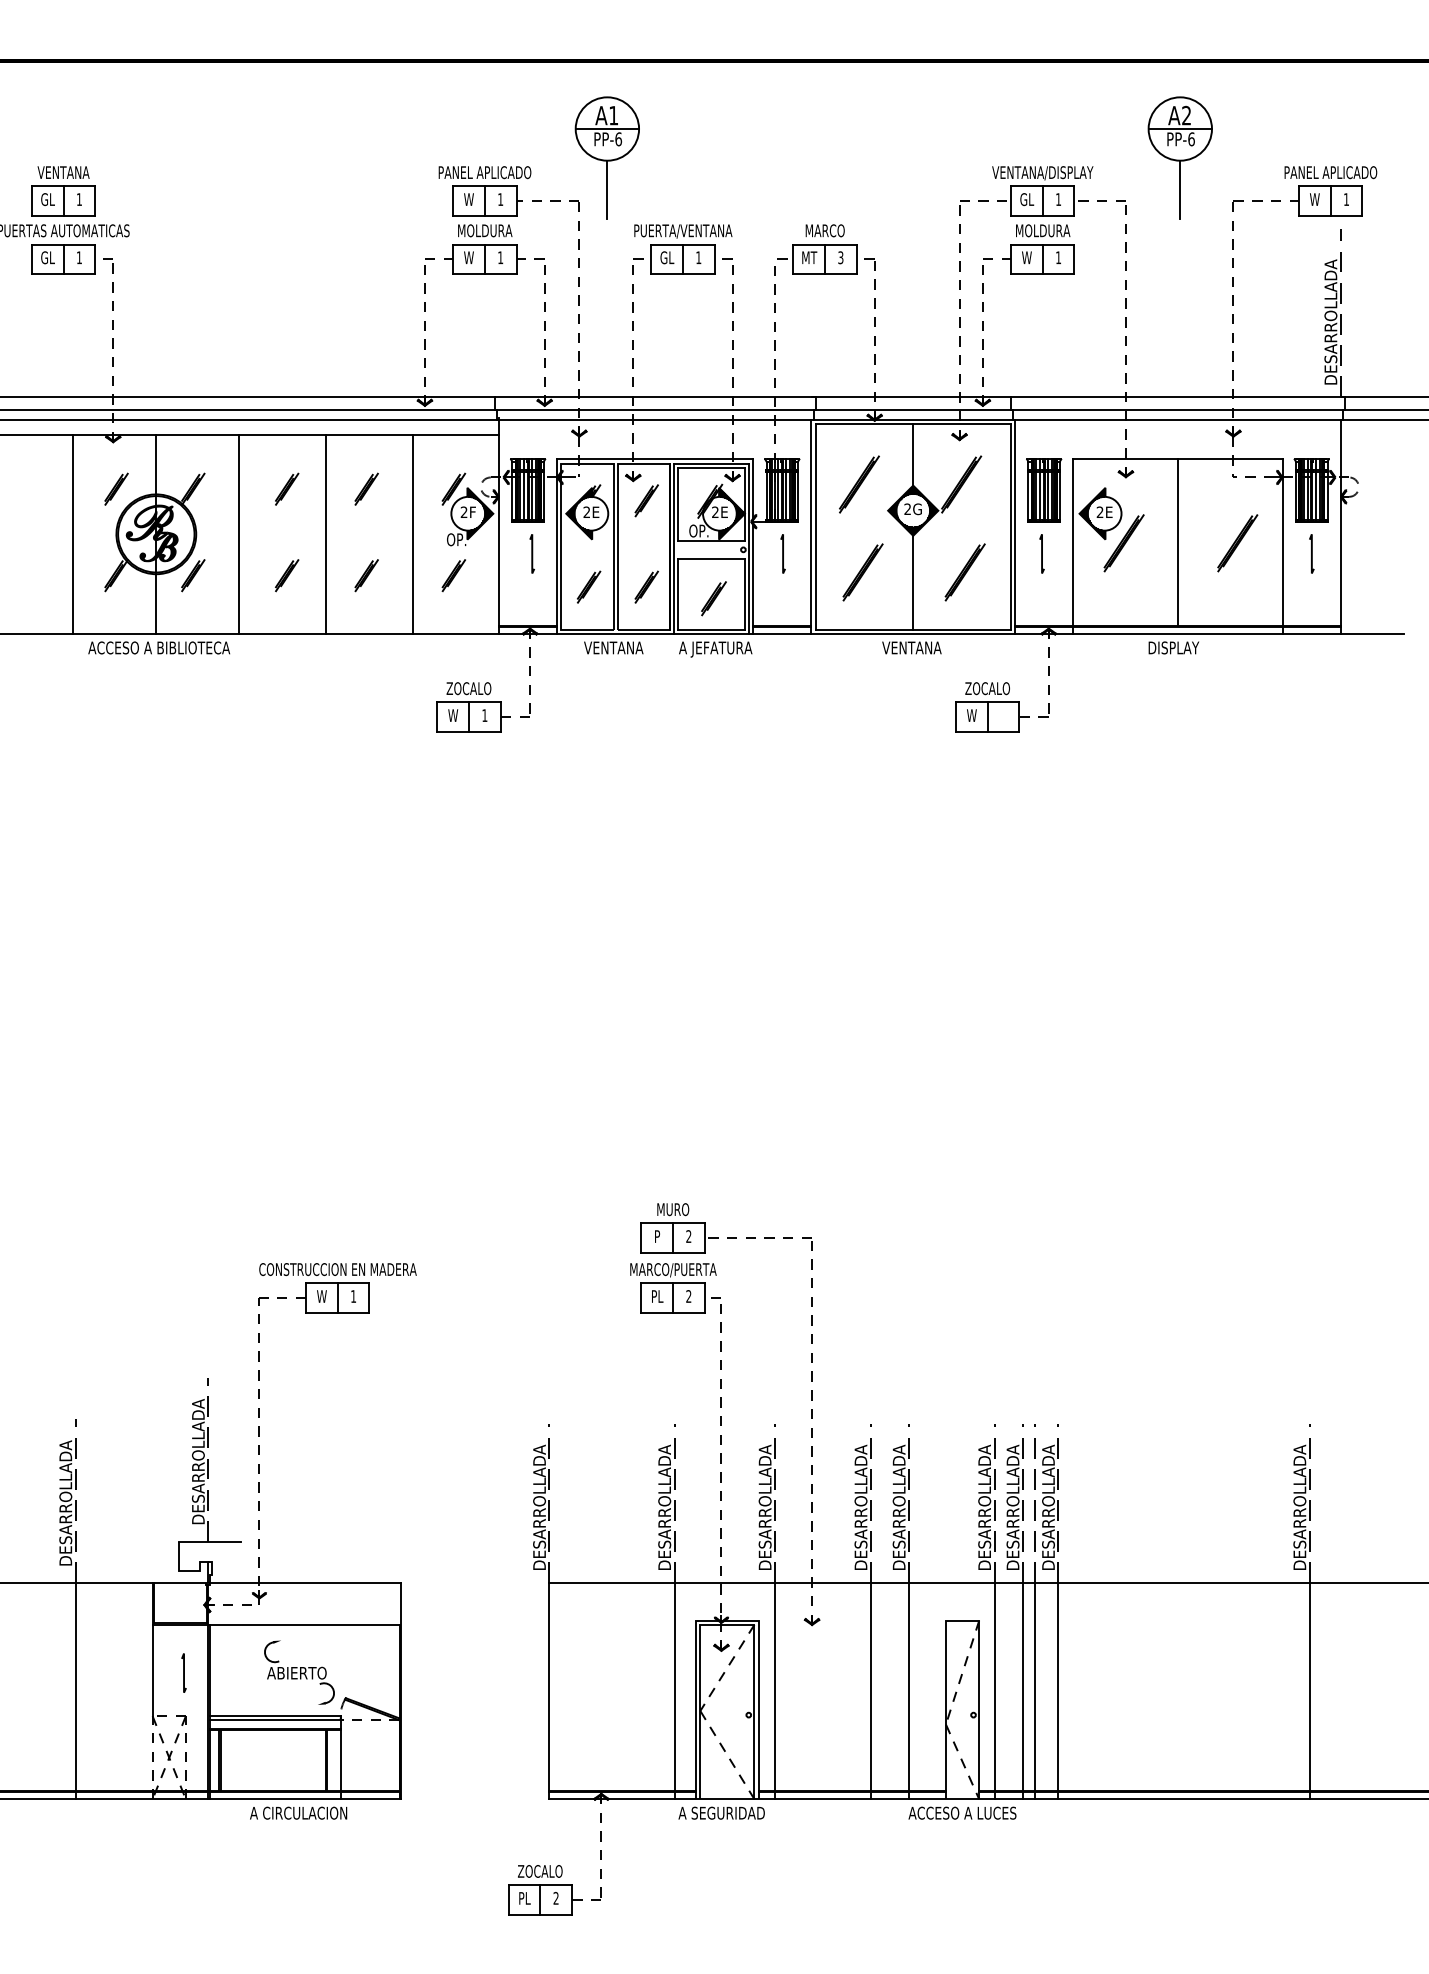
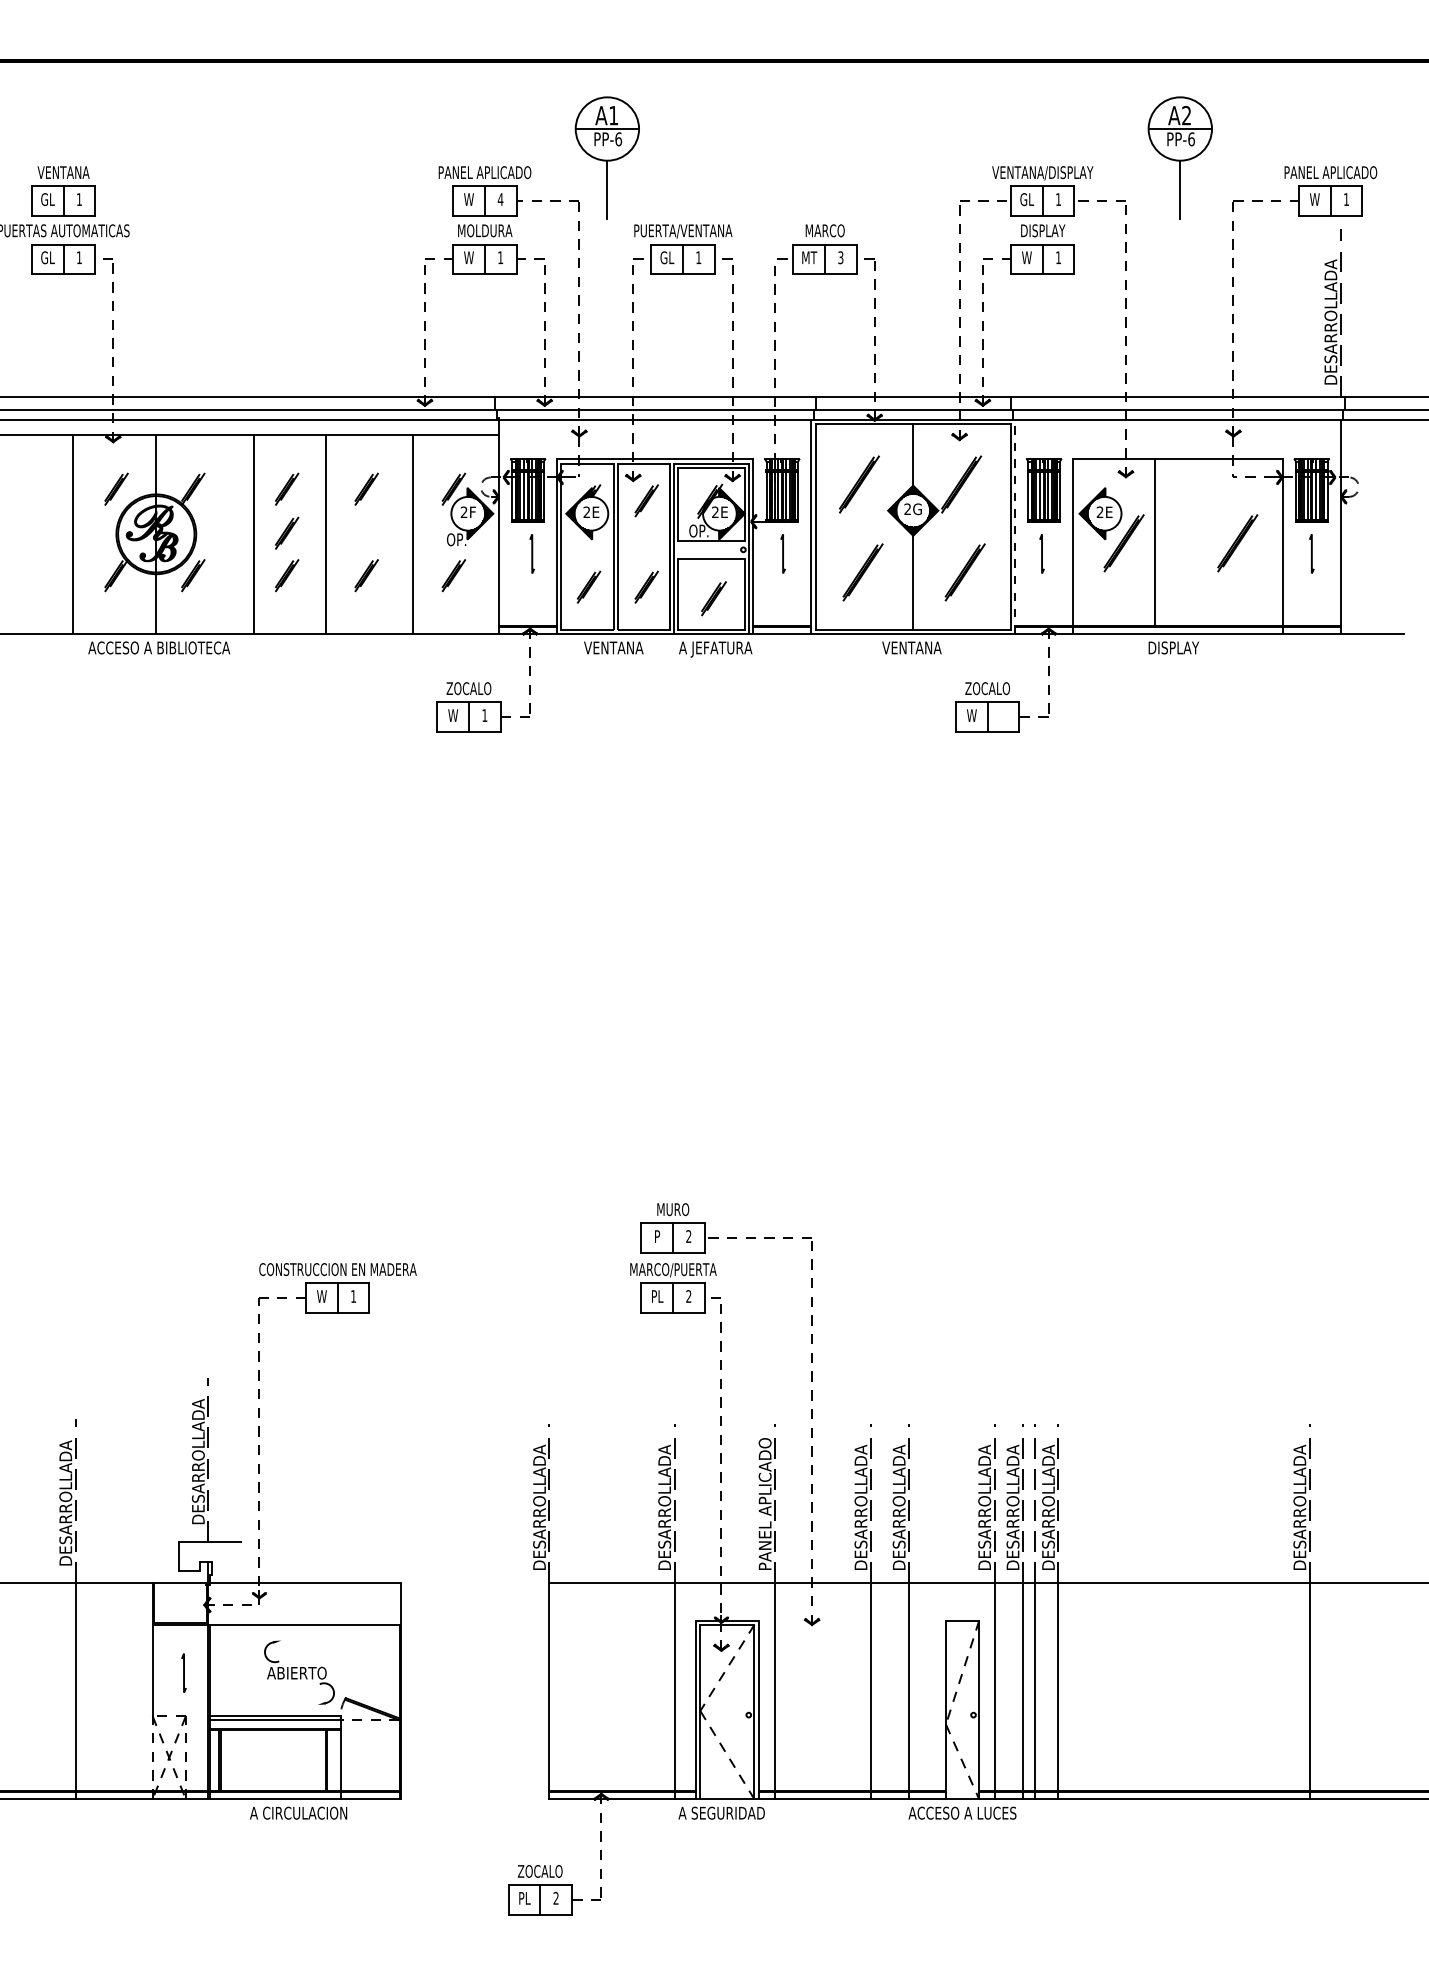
text at (500, 199): 1 -> 4
text at (1043, 230): MOLDURA -> DISPLAY
line at (1015, 526): solid -> dashed
part at (287, 532): none -> present
line at (239, 534) position: (239, 534) -> (254, 534)
line at (1177, 542) position: (1177, 542) -> (1154, 542)
text at (764, 1503): DESARROLLADA -> PANEL APLICADO
